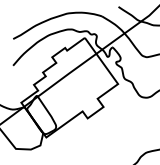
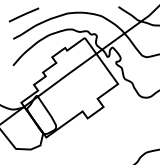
line at (23, 14): none -> present
